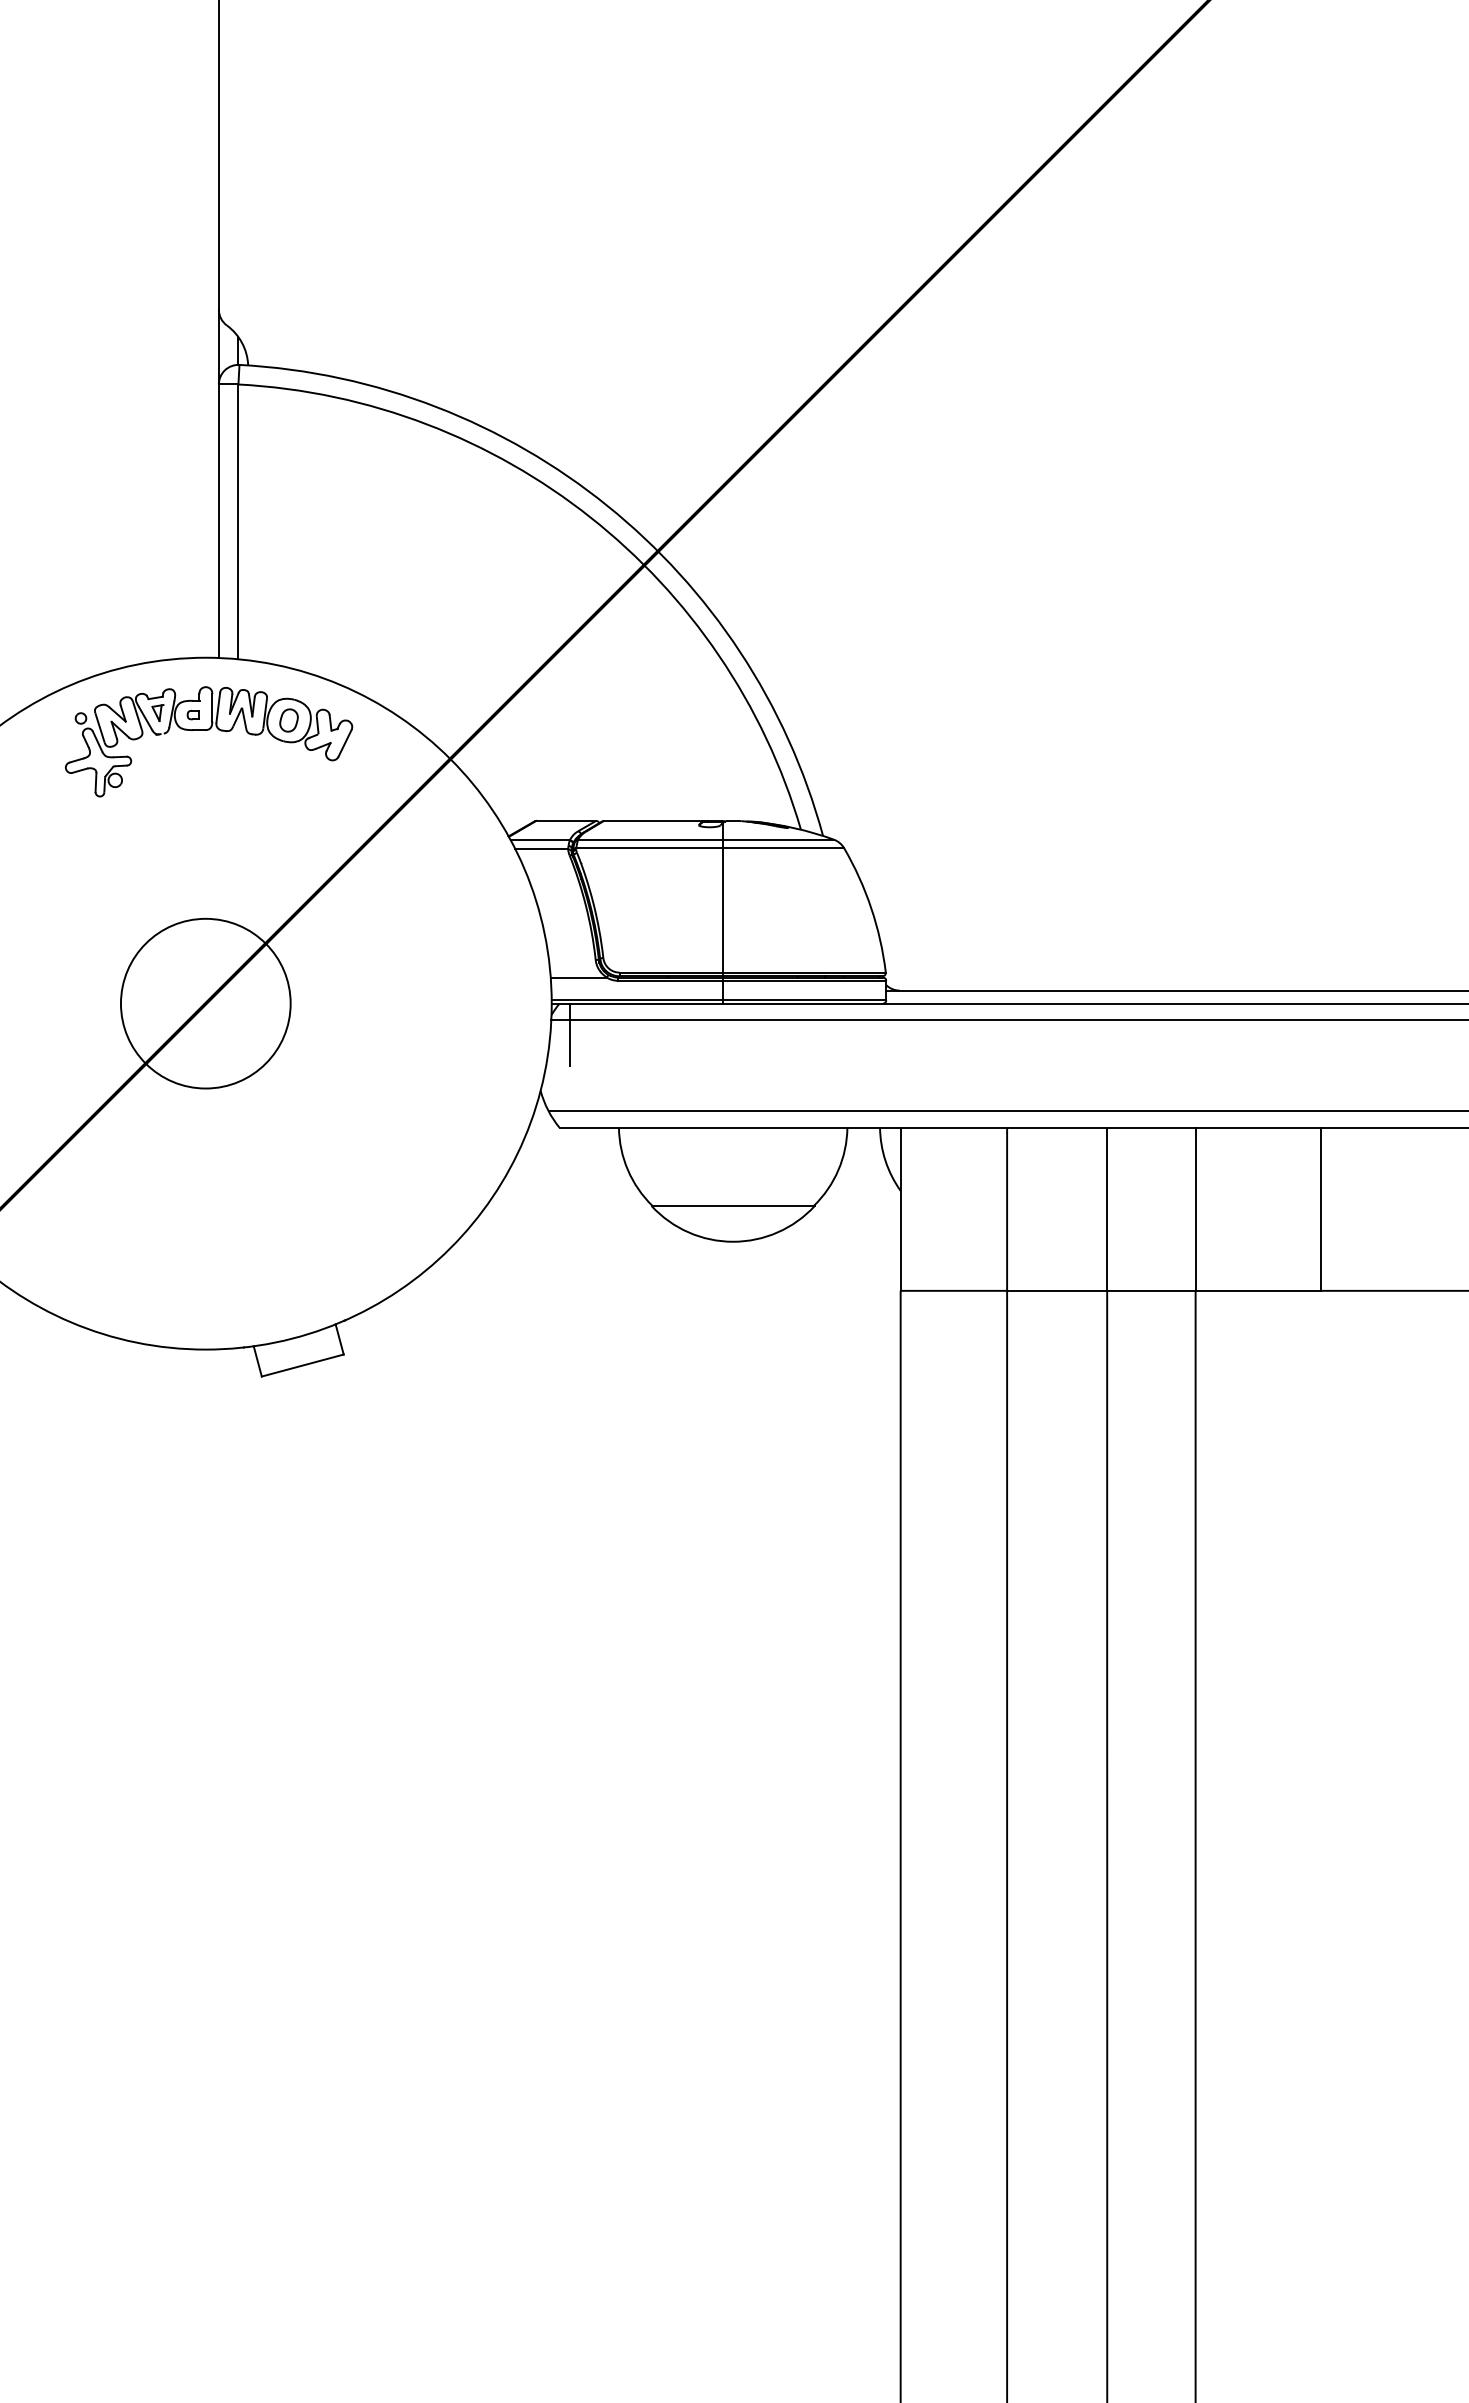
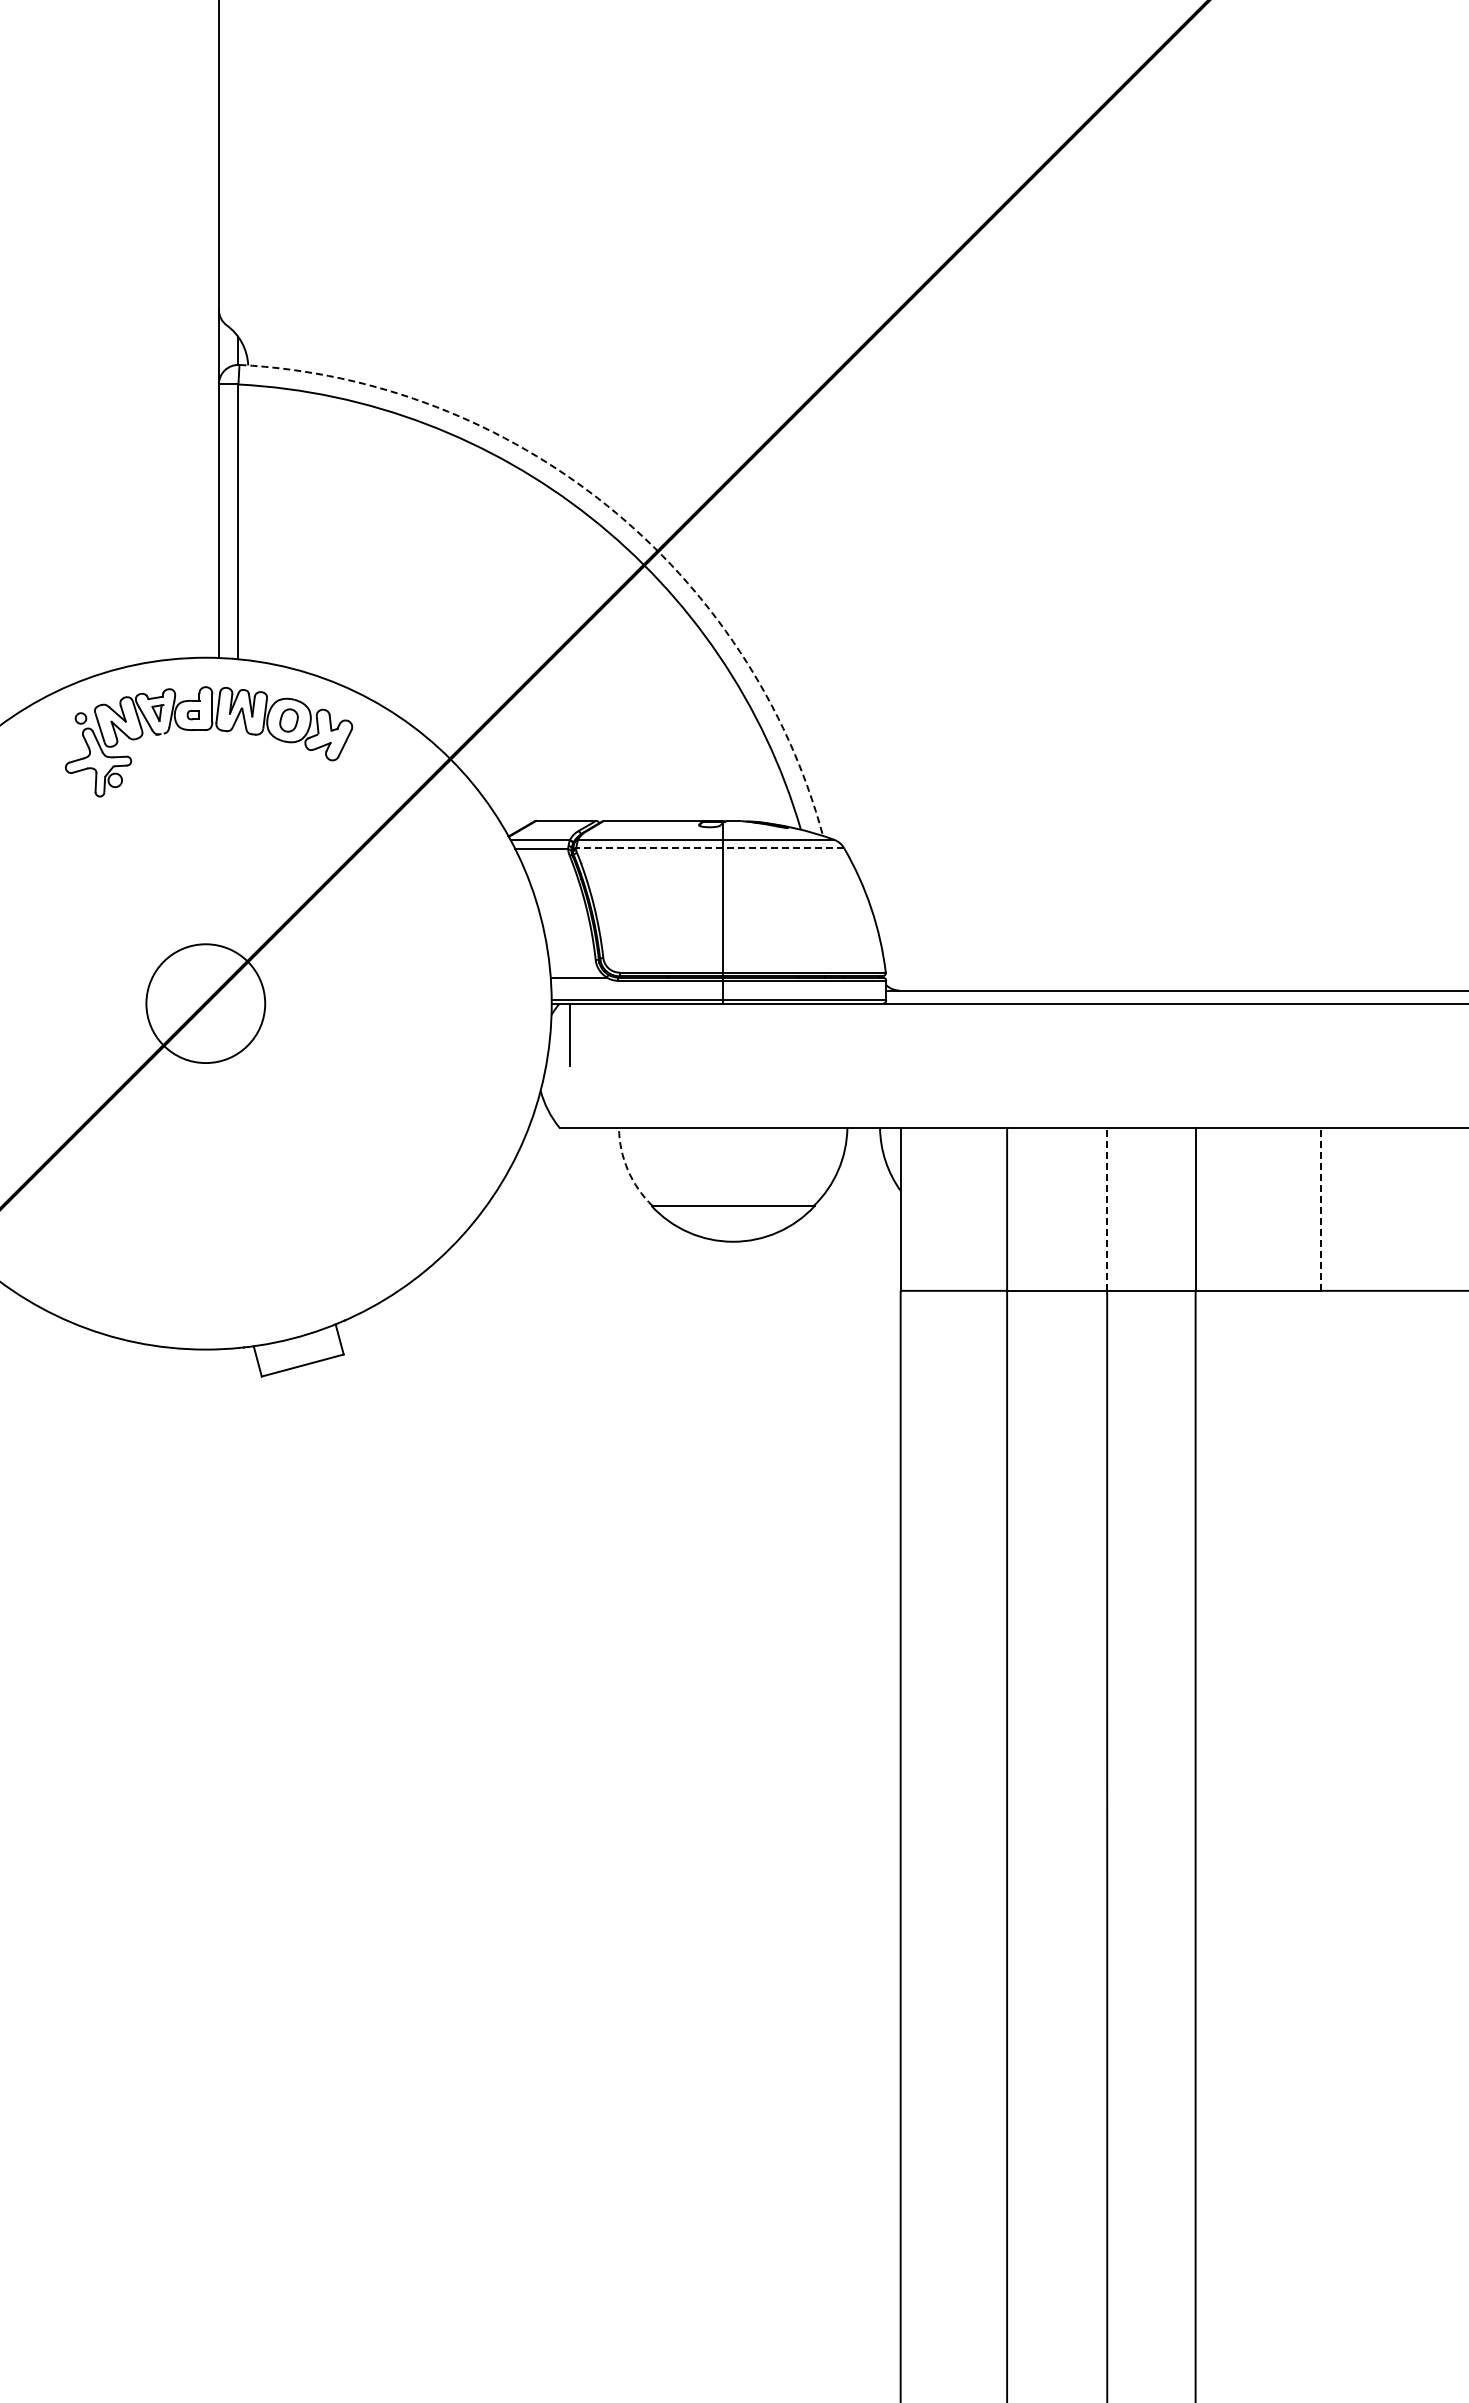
arc at (607, 505): solid -> dashed
line at (710, 848): solid -> dashed
circle at (205, 1003) diameter: 170 px -> 119 px
line at (1008, 1019): present -> none
line at (1006, 1111): present -> none
arc at (627, 1170): solid -> dashed
line at (1107, 1209): solid -> dashed
line at (1320, 1209): solid -> dashed
